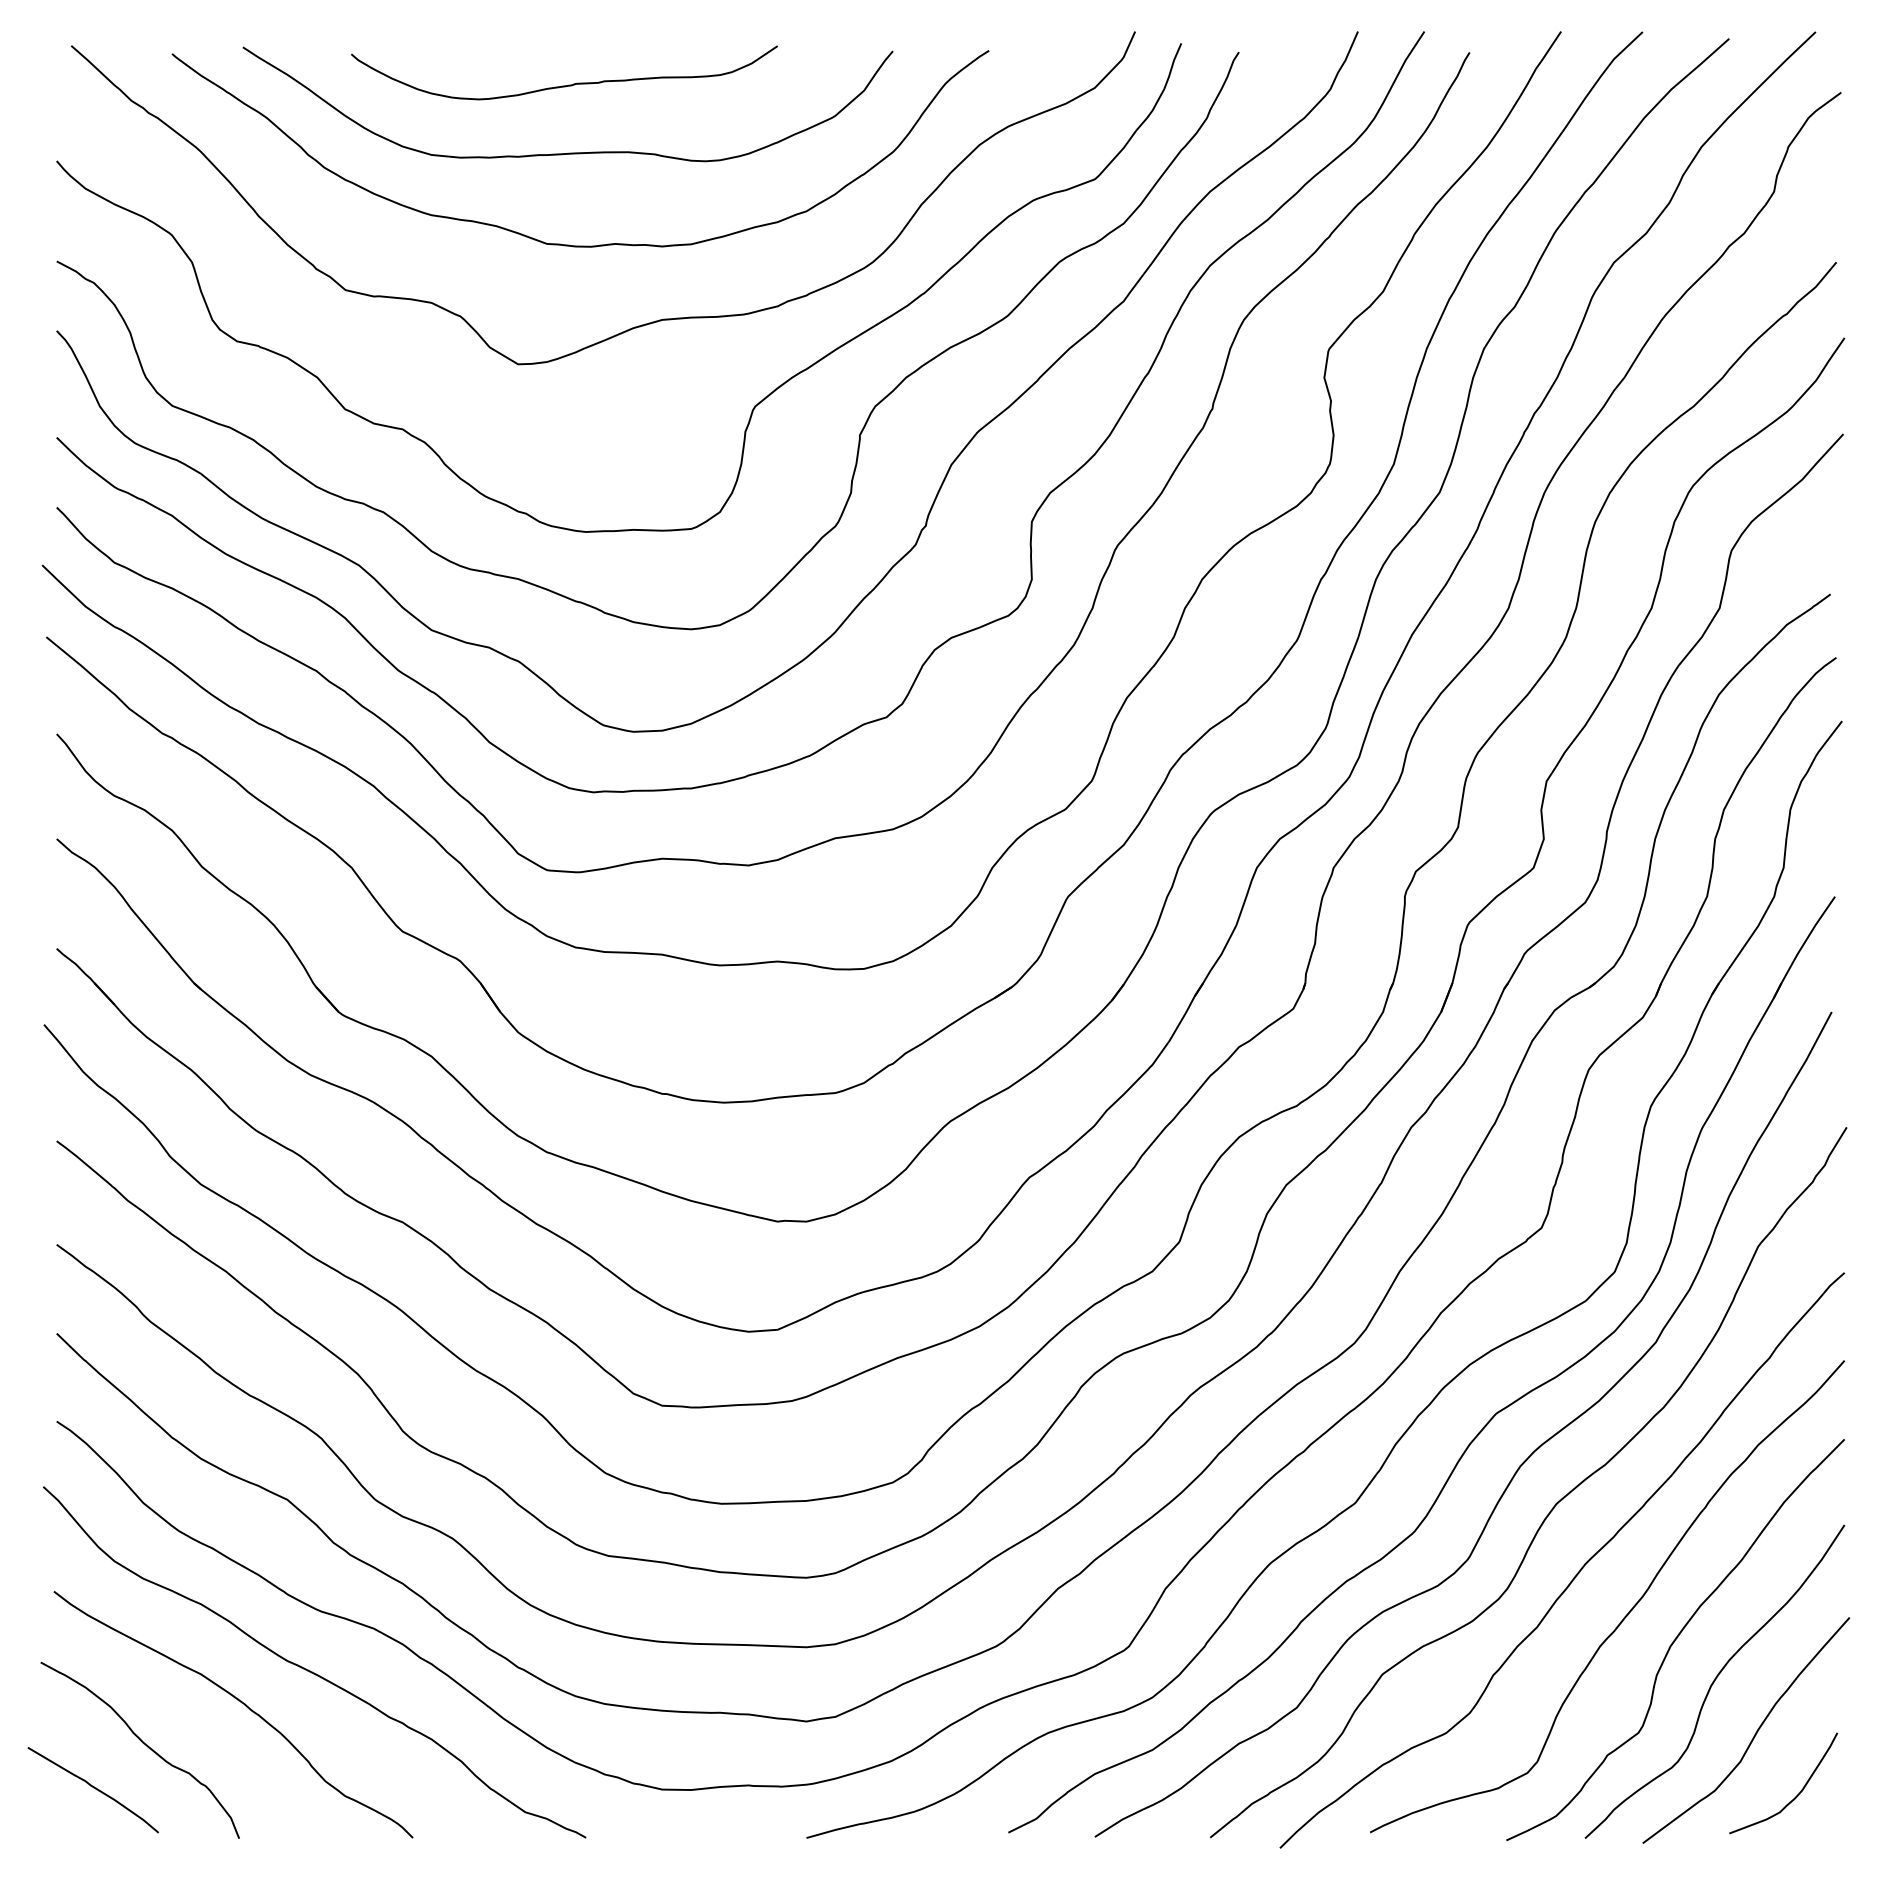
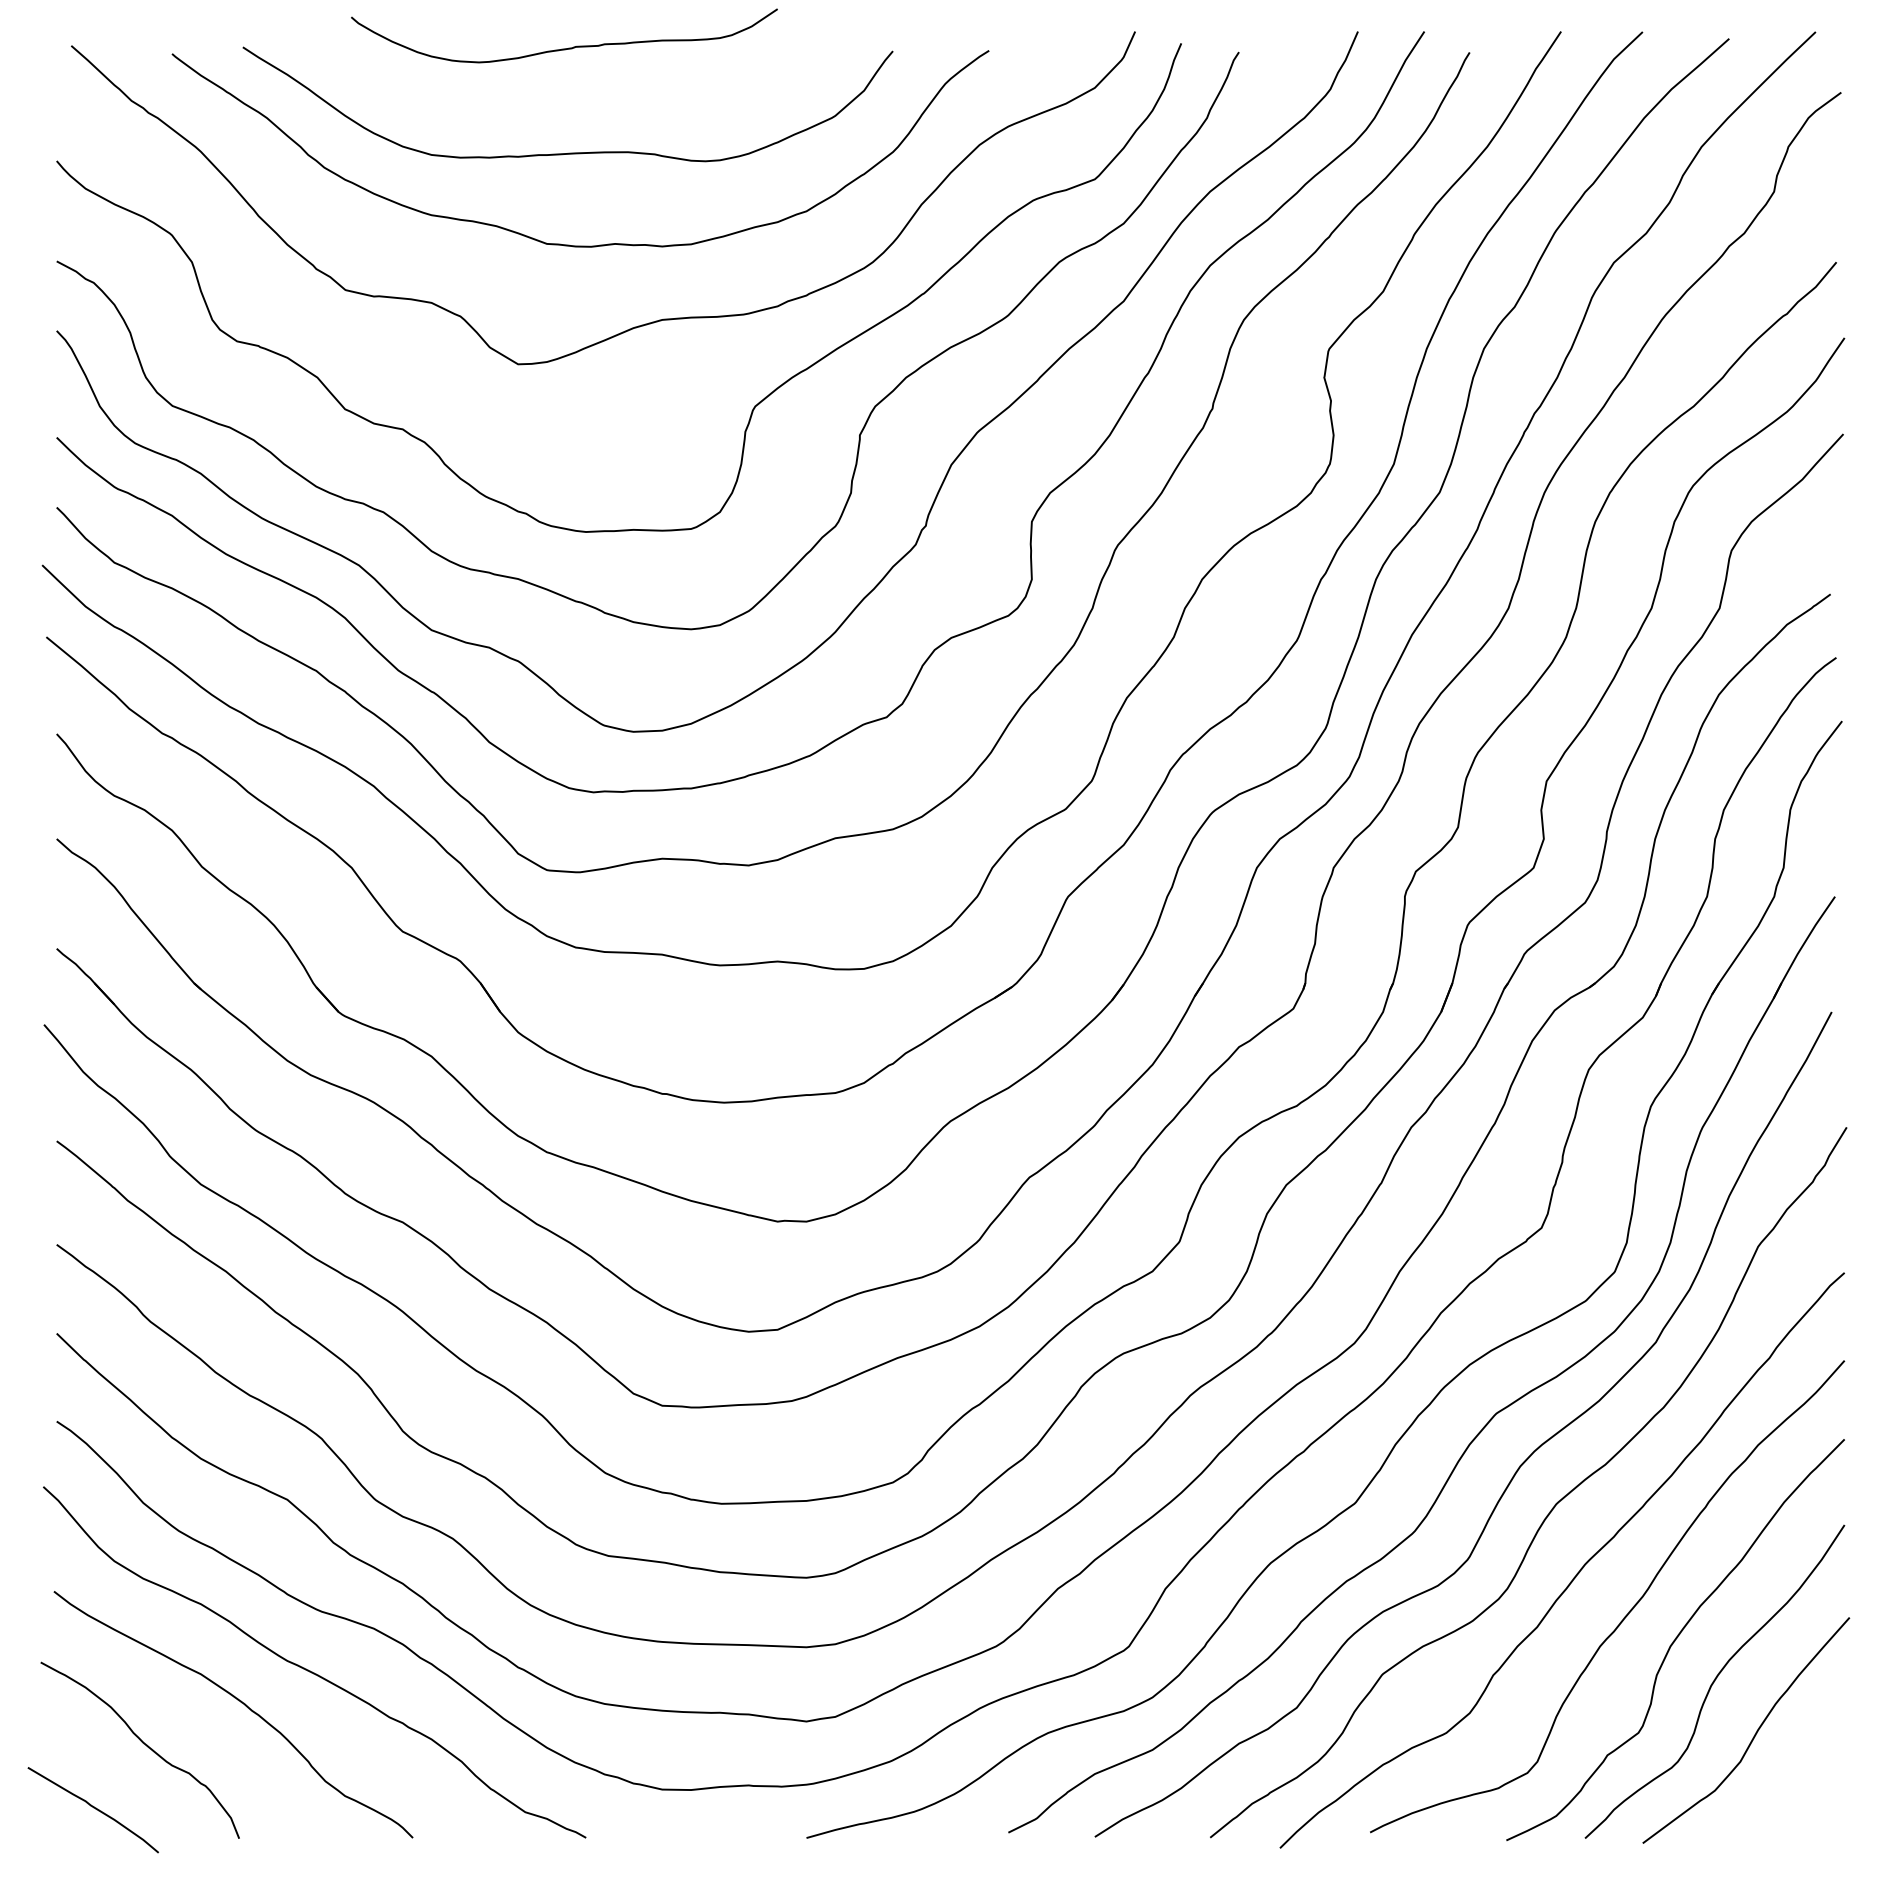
curve at (568, 84) position: (568, 84) -> (568, 47)
curve at (93, 1788) position: (93, 1788) -> (93, 1808)
curve at (1796, 1795): present -> none
